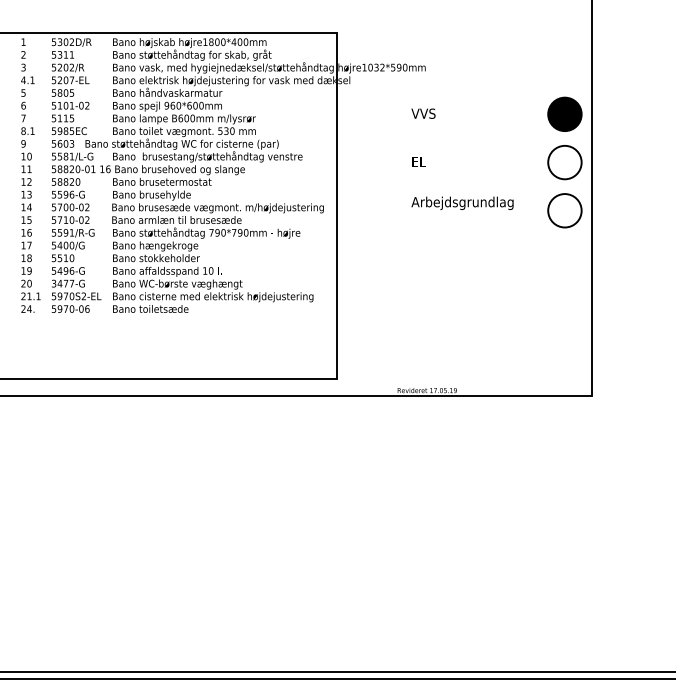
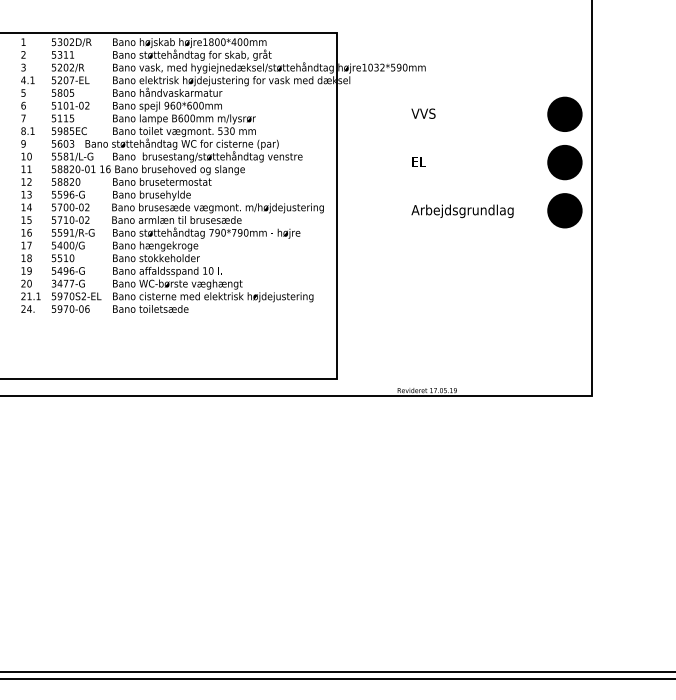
fill at (564, 162): none -> present
text at (462, 202) position: (462, 202) -> (462, 210)
fill at (564, 210): none -> present
